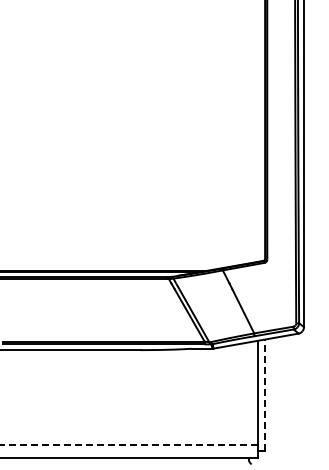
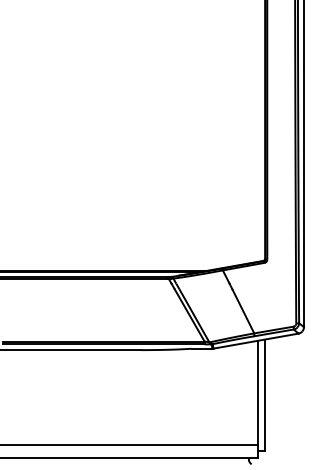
line at (264, 395): dashed -> solid
line at (129, 444): dashed -> solid
